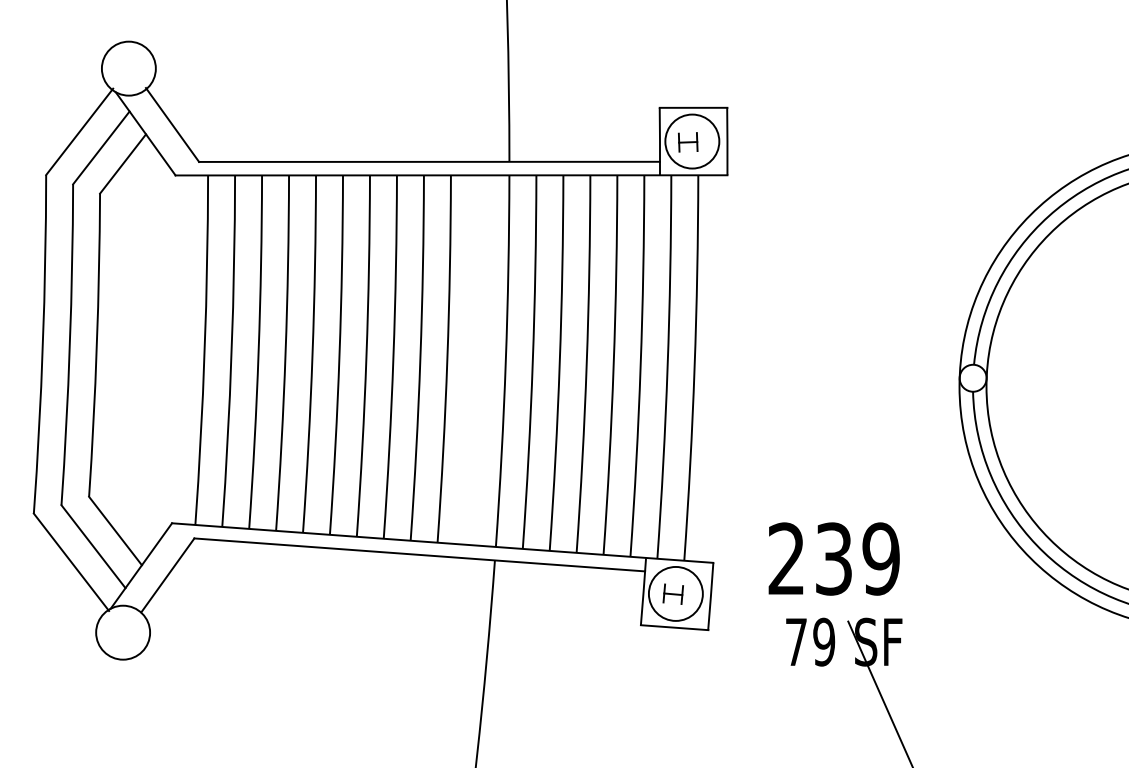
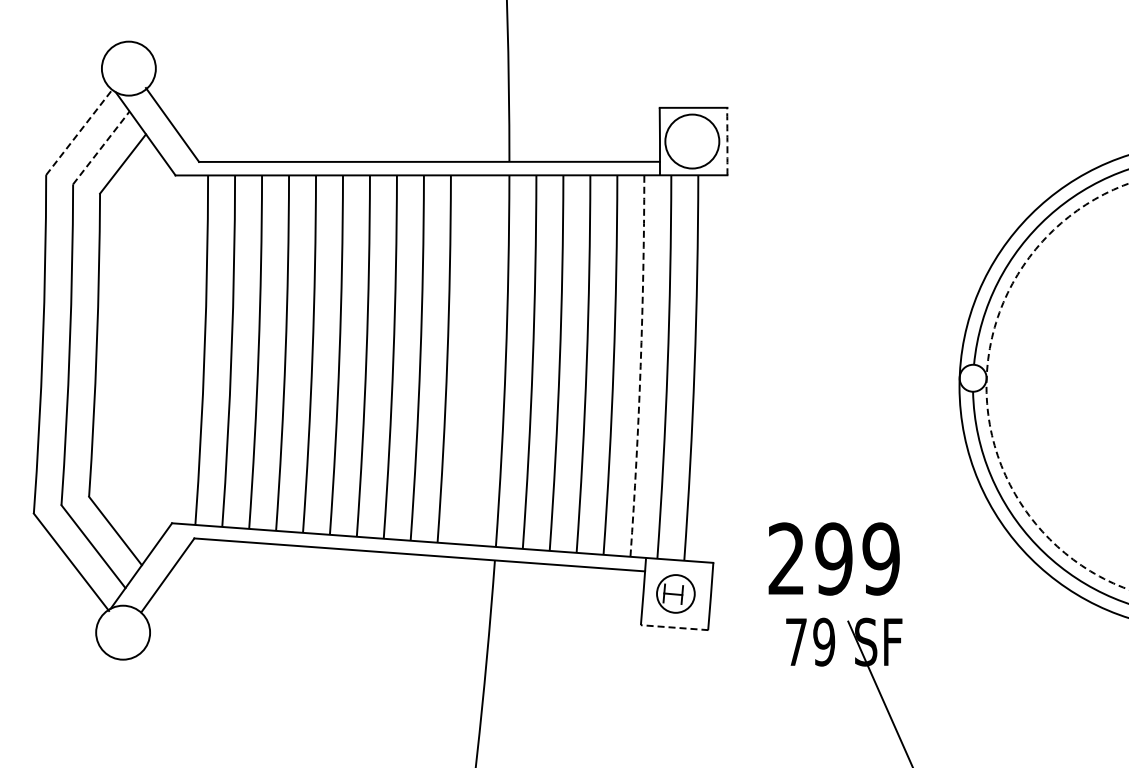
line at (79, 131): solid -> dashed
arc at (727, 141): solid -> dashed
part at (688, 142): present -> none
line at (101, 147): solid -> dashed
arc at (640, 366): solid -> dashed
circle at (1057, 386): solid -> dashed
text at (833, 558): 239 -> 299
circle at (675, 593) diameter: 54 px -> 38 px
line at (674, 627): solid -> dashed
